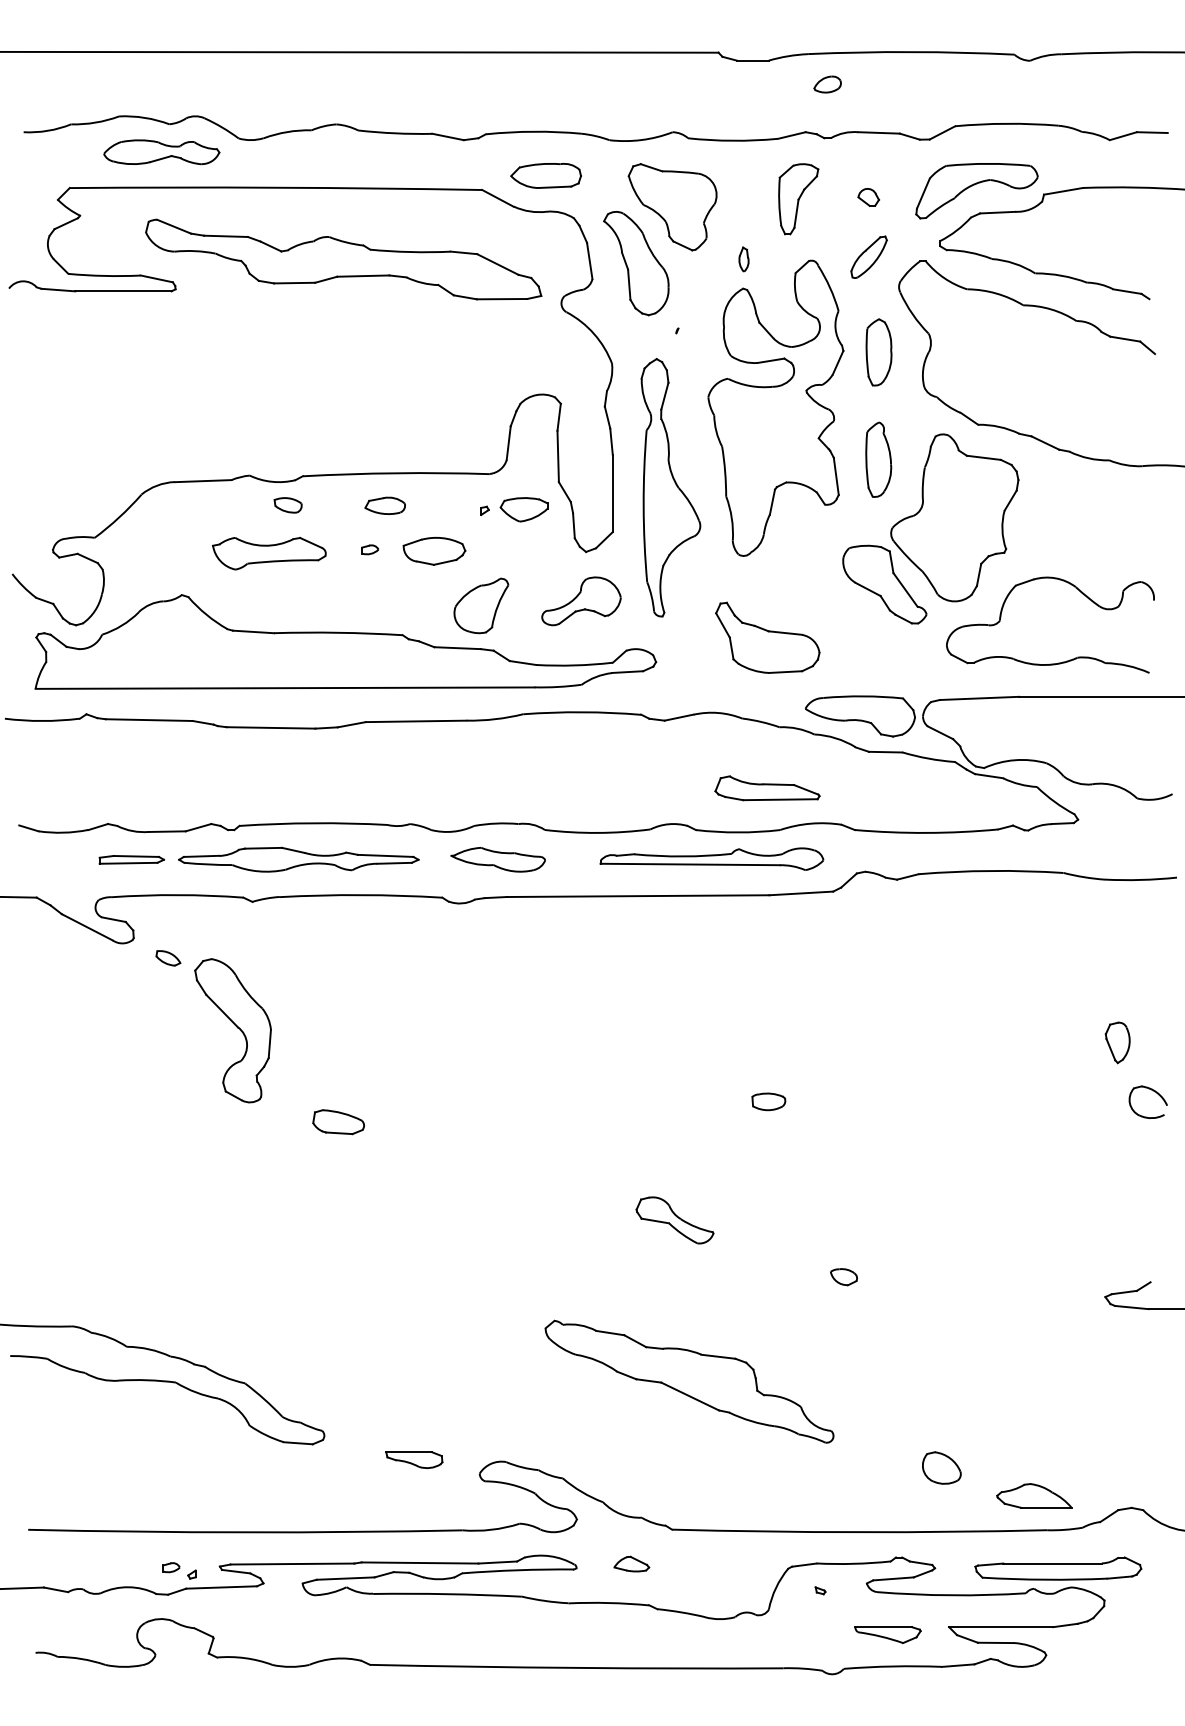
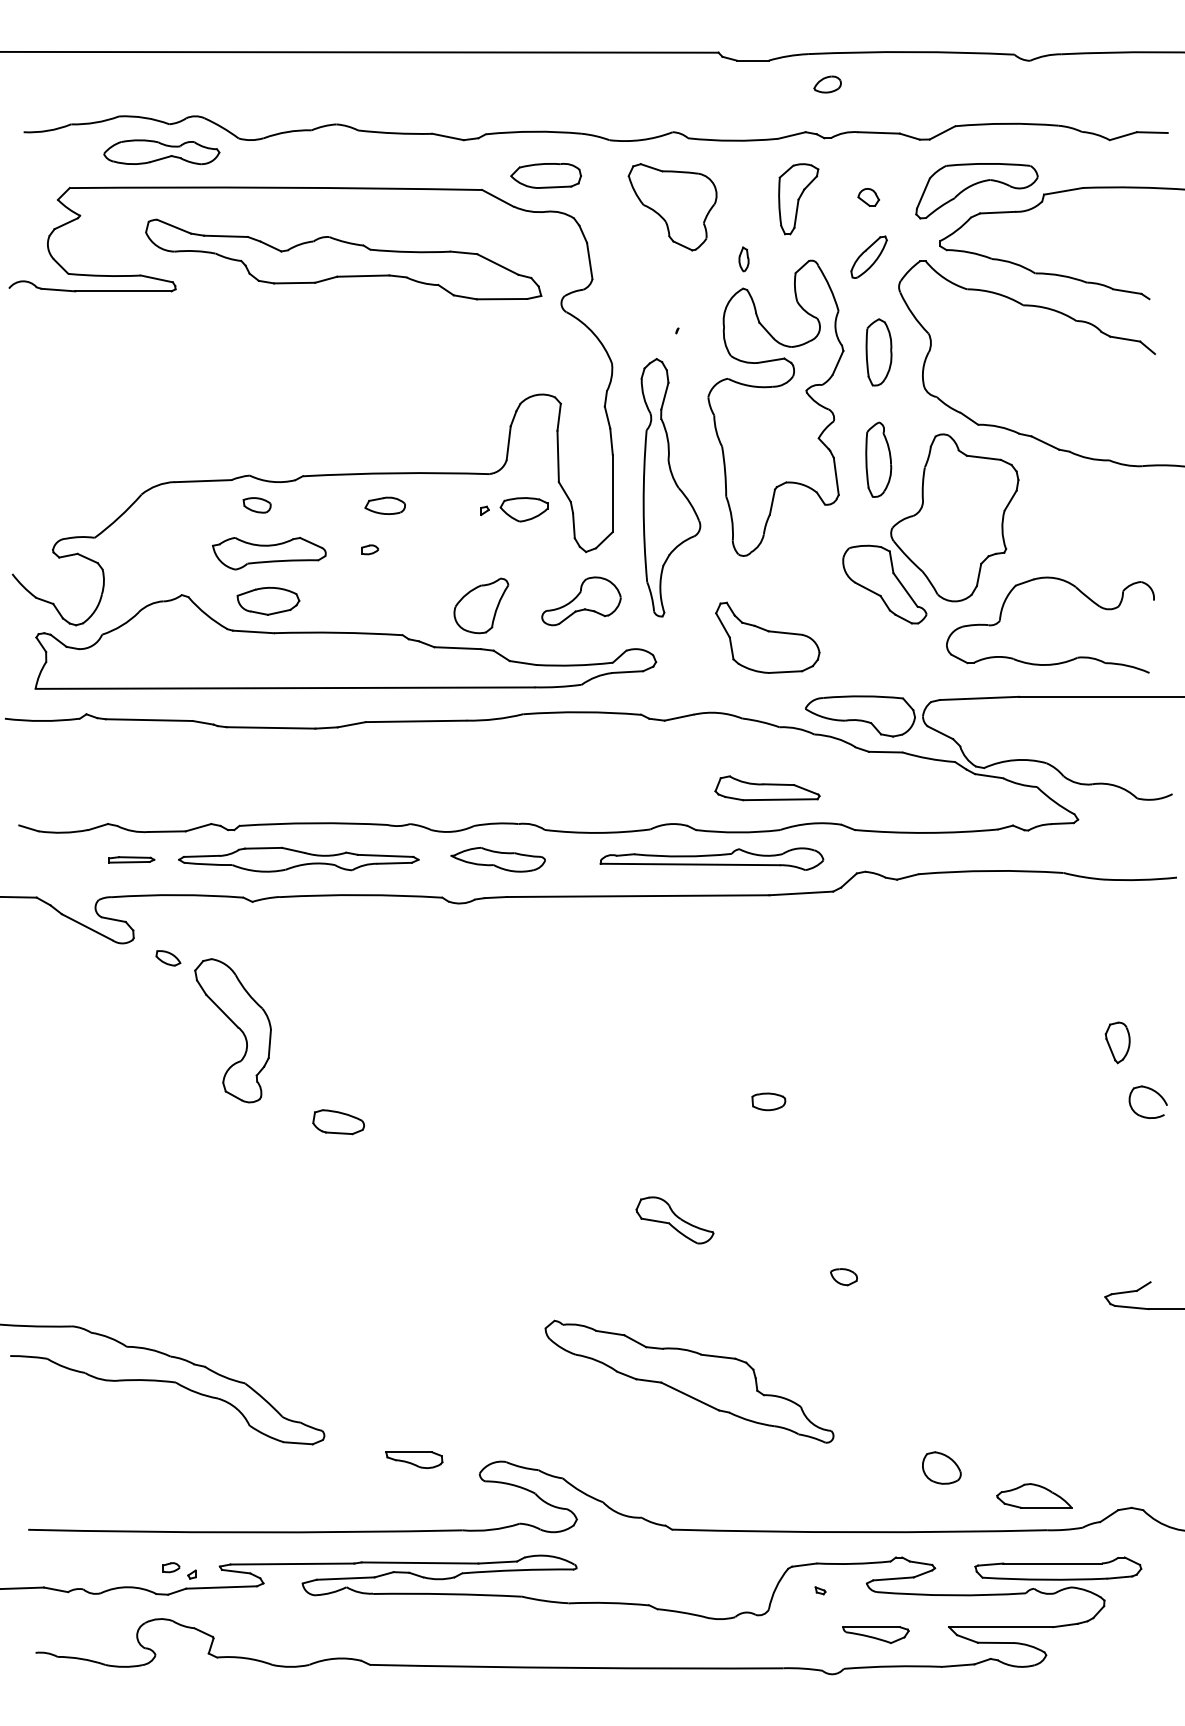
part at (636, 263): present -> none
part at (287, 505) position: (287, 505) -> (256, 505)
part at (434, 550) position: (434, 550) -> (268, 600)
part at (131, 859) size: 67x10 px -> 48x8 px
part at (631, 1563): present -> none
part at (887, 1634) position: (887, 1634) -> (875, 1634)
